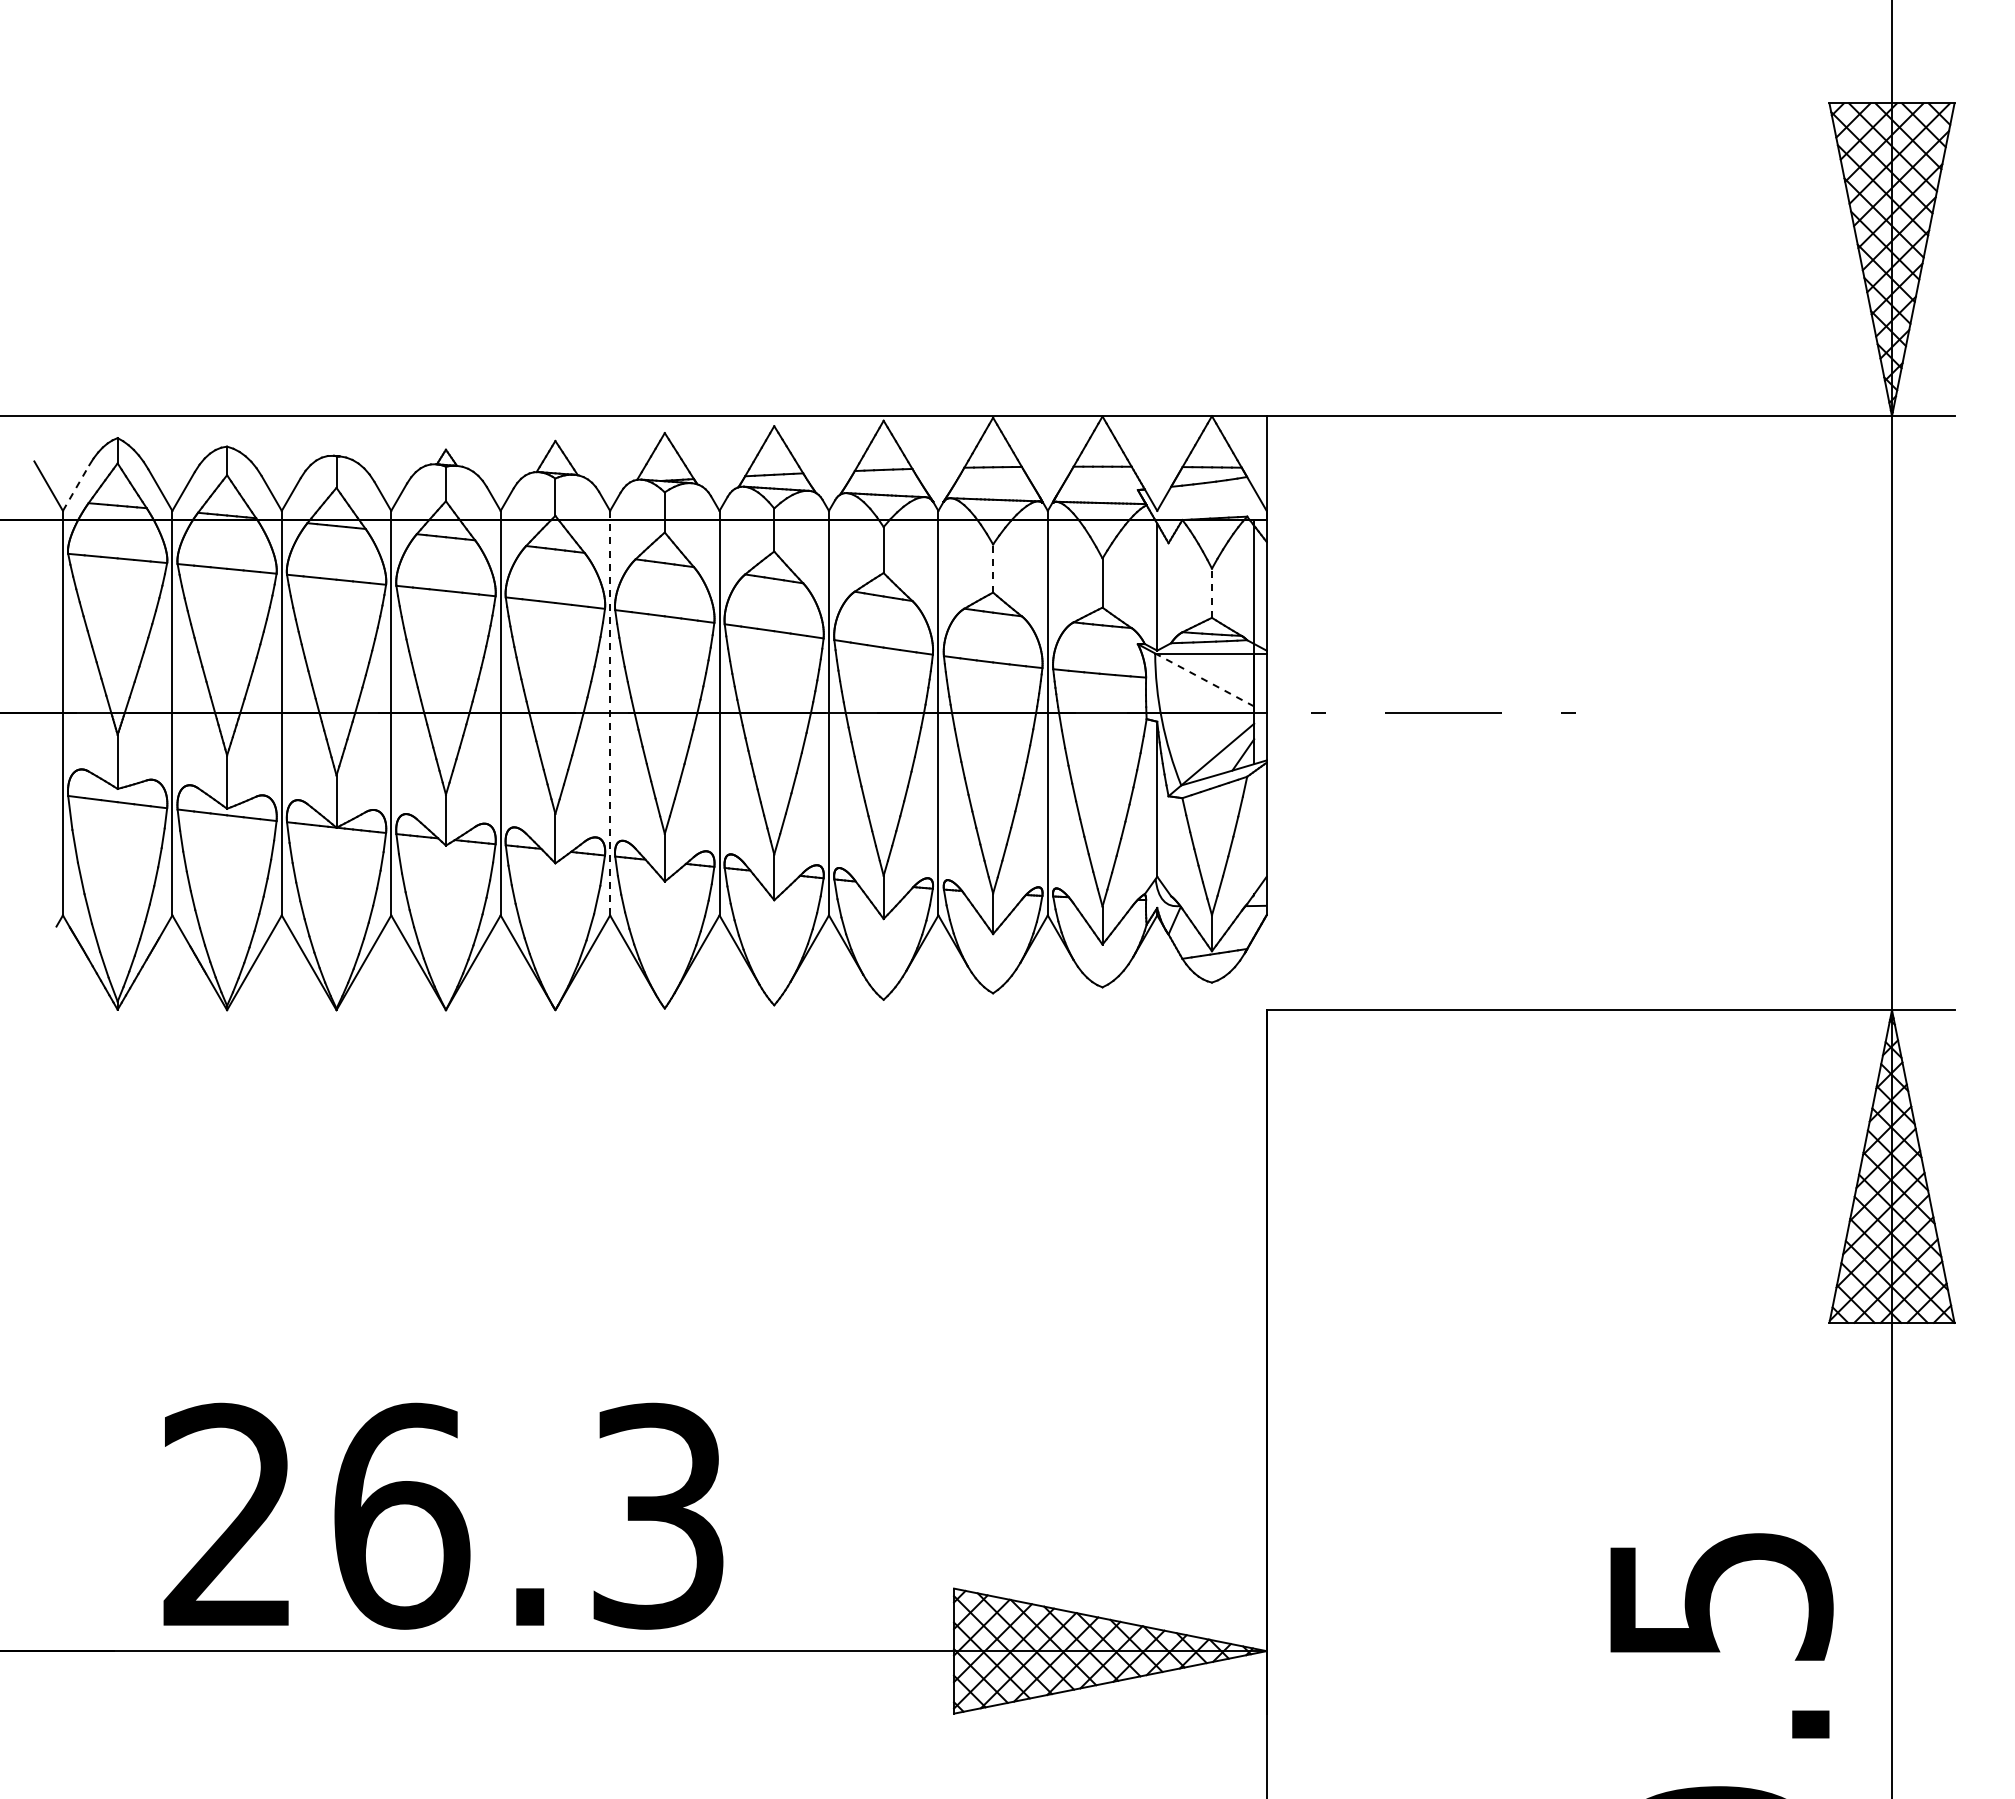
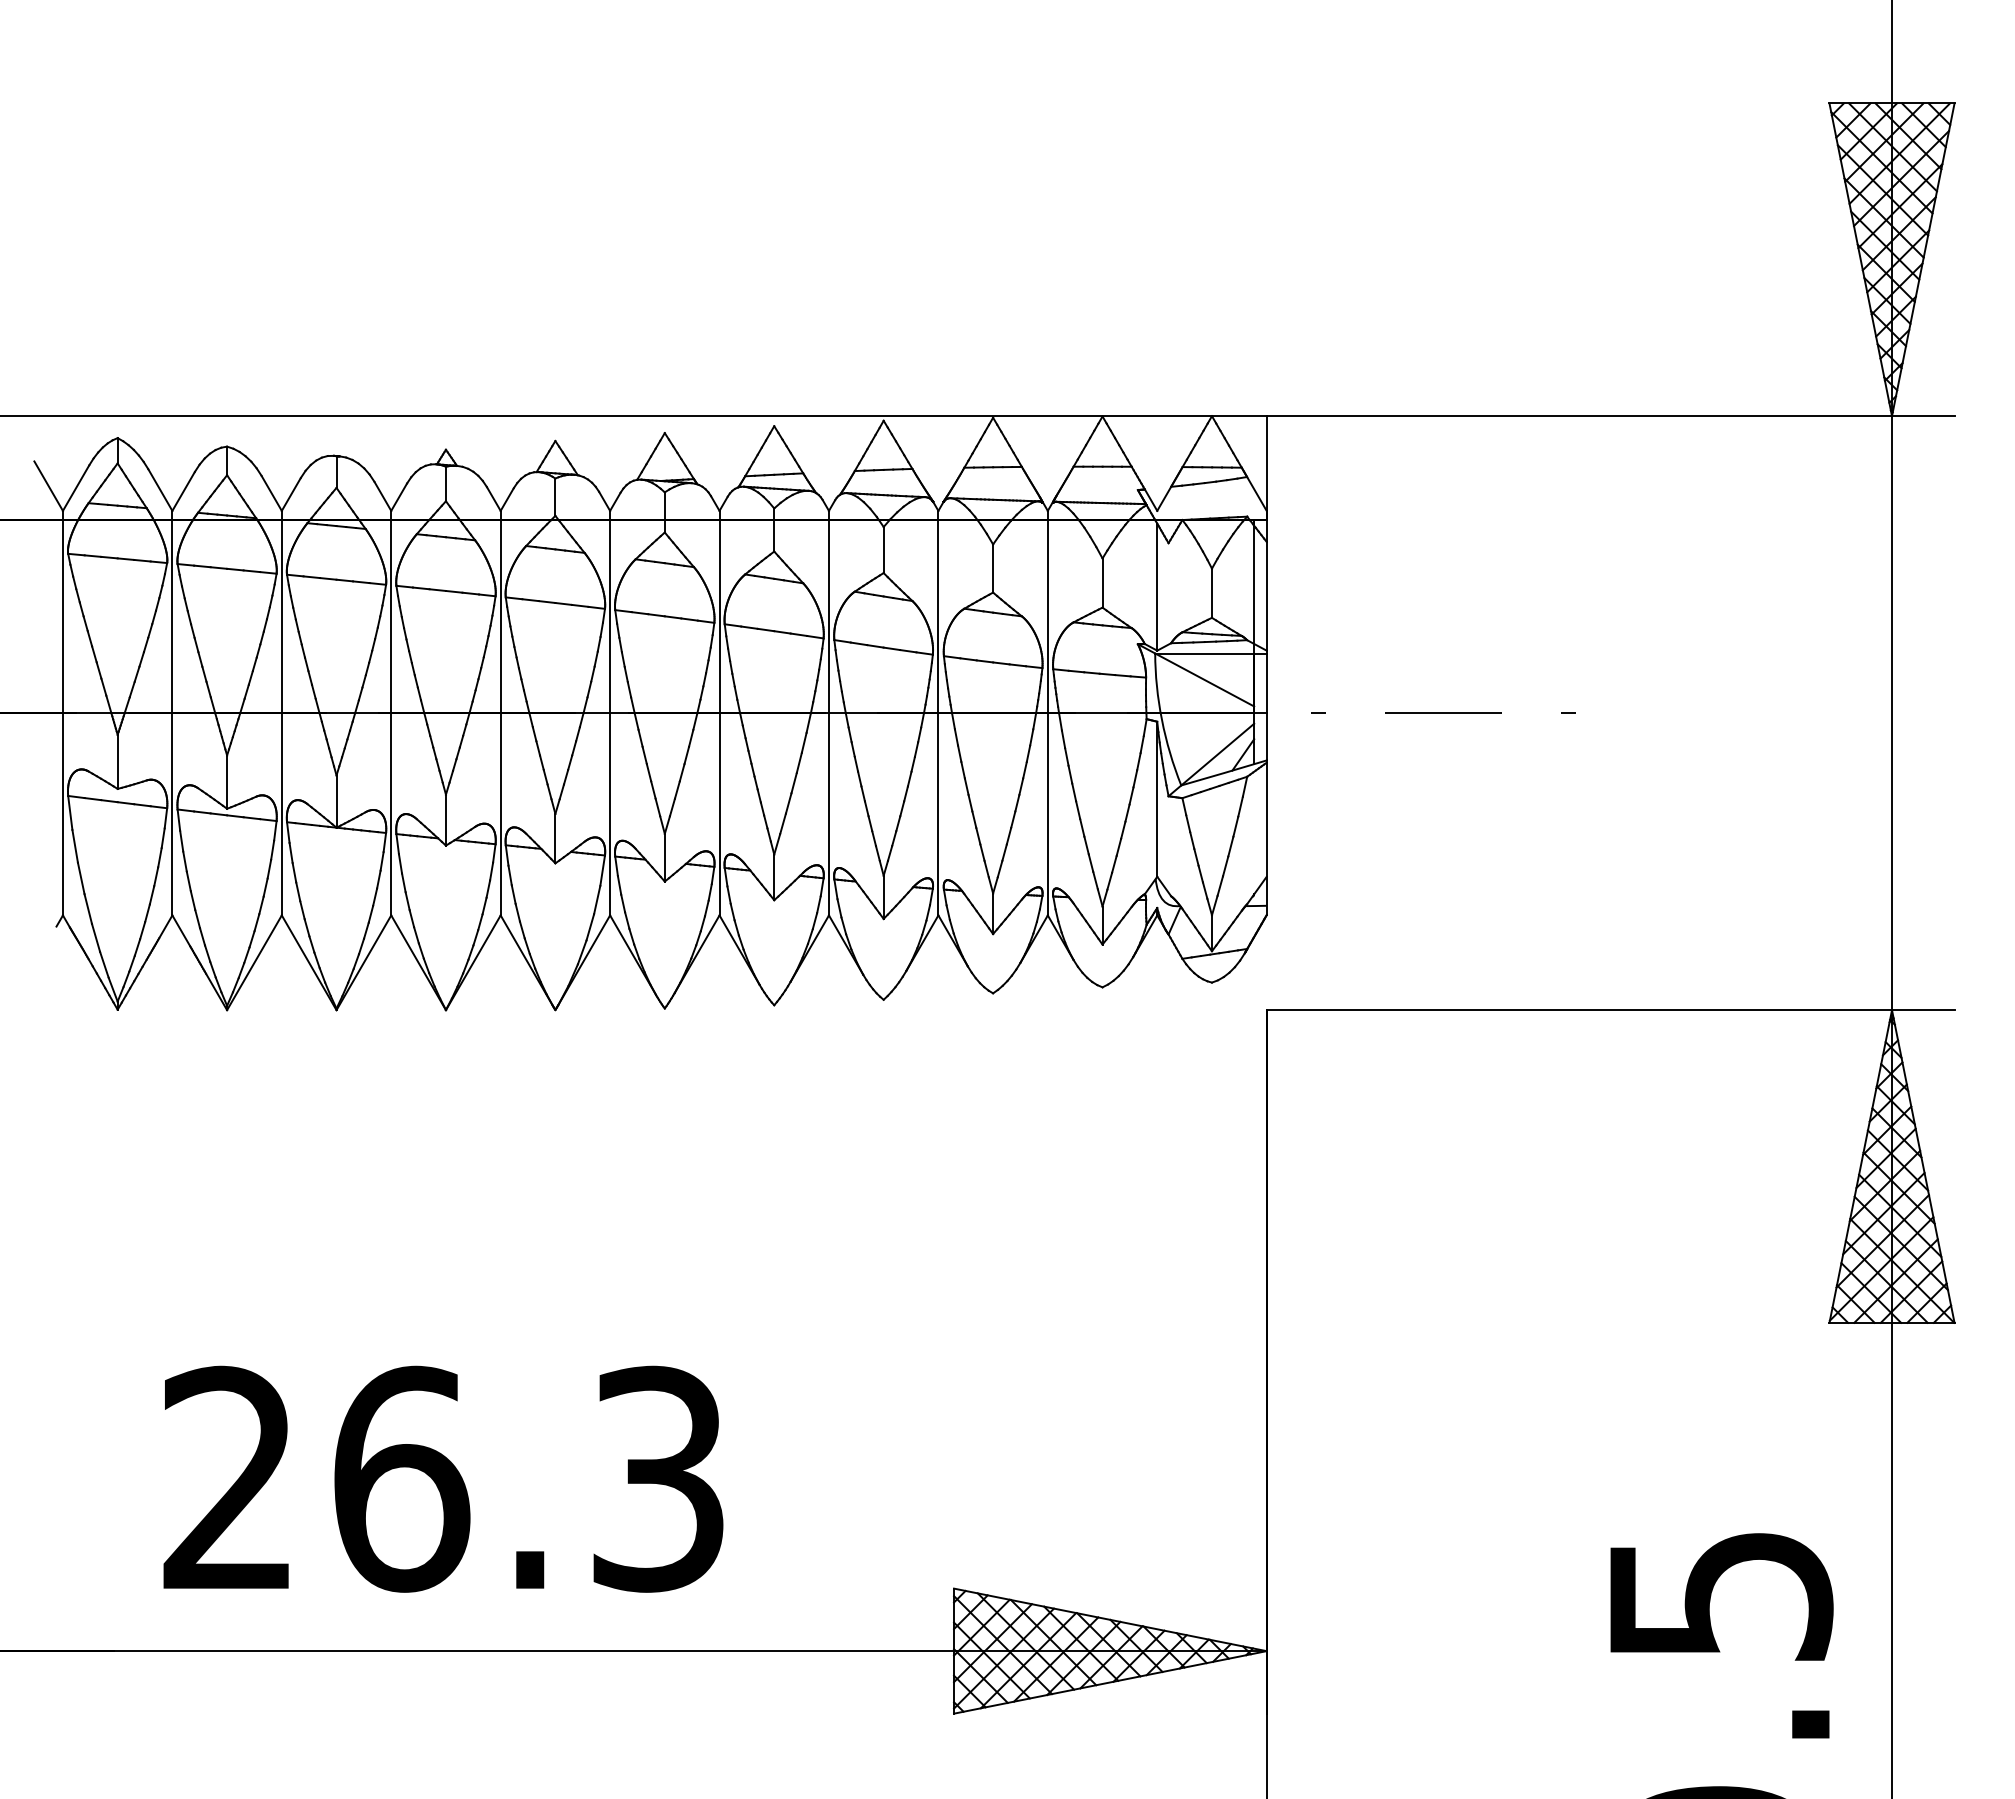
line at (76, 487): dashed -> solid
line at (993, 568): dashed -> solid
line at (1211, 593): dashed -> solid
line at (1204, 679): dashed -> solid
line at (610, 712): dashed -> solid
text at (443, 1515) position: (443, 1515) -> (443, 1478)
